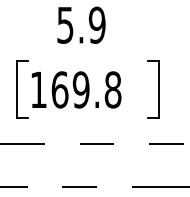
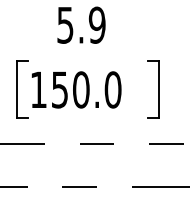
text at (86, 89): 169.8 -> 150.0
